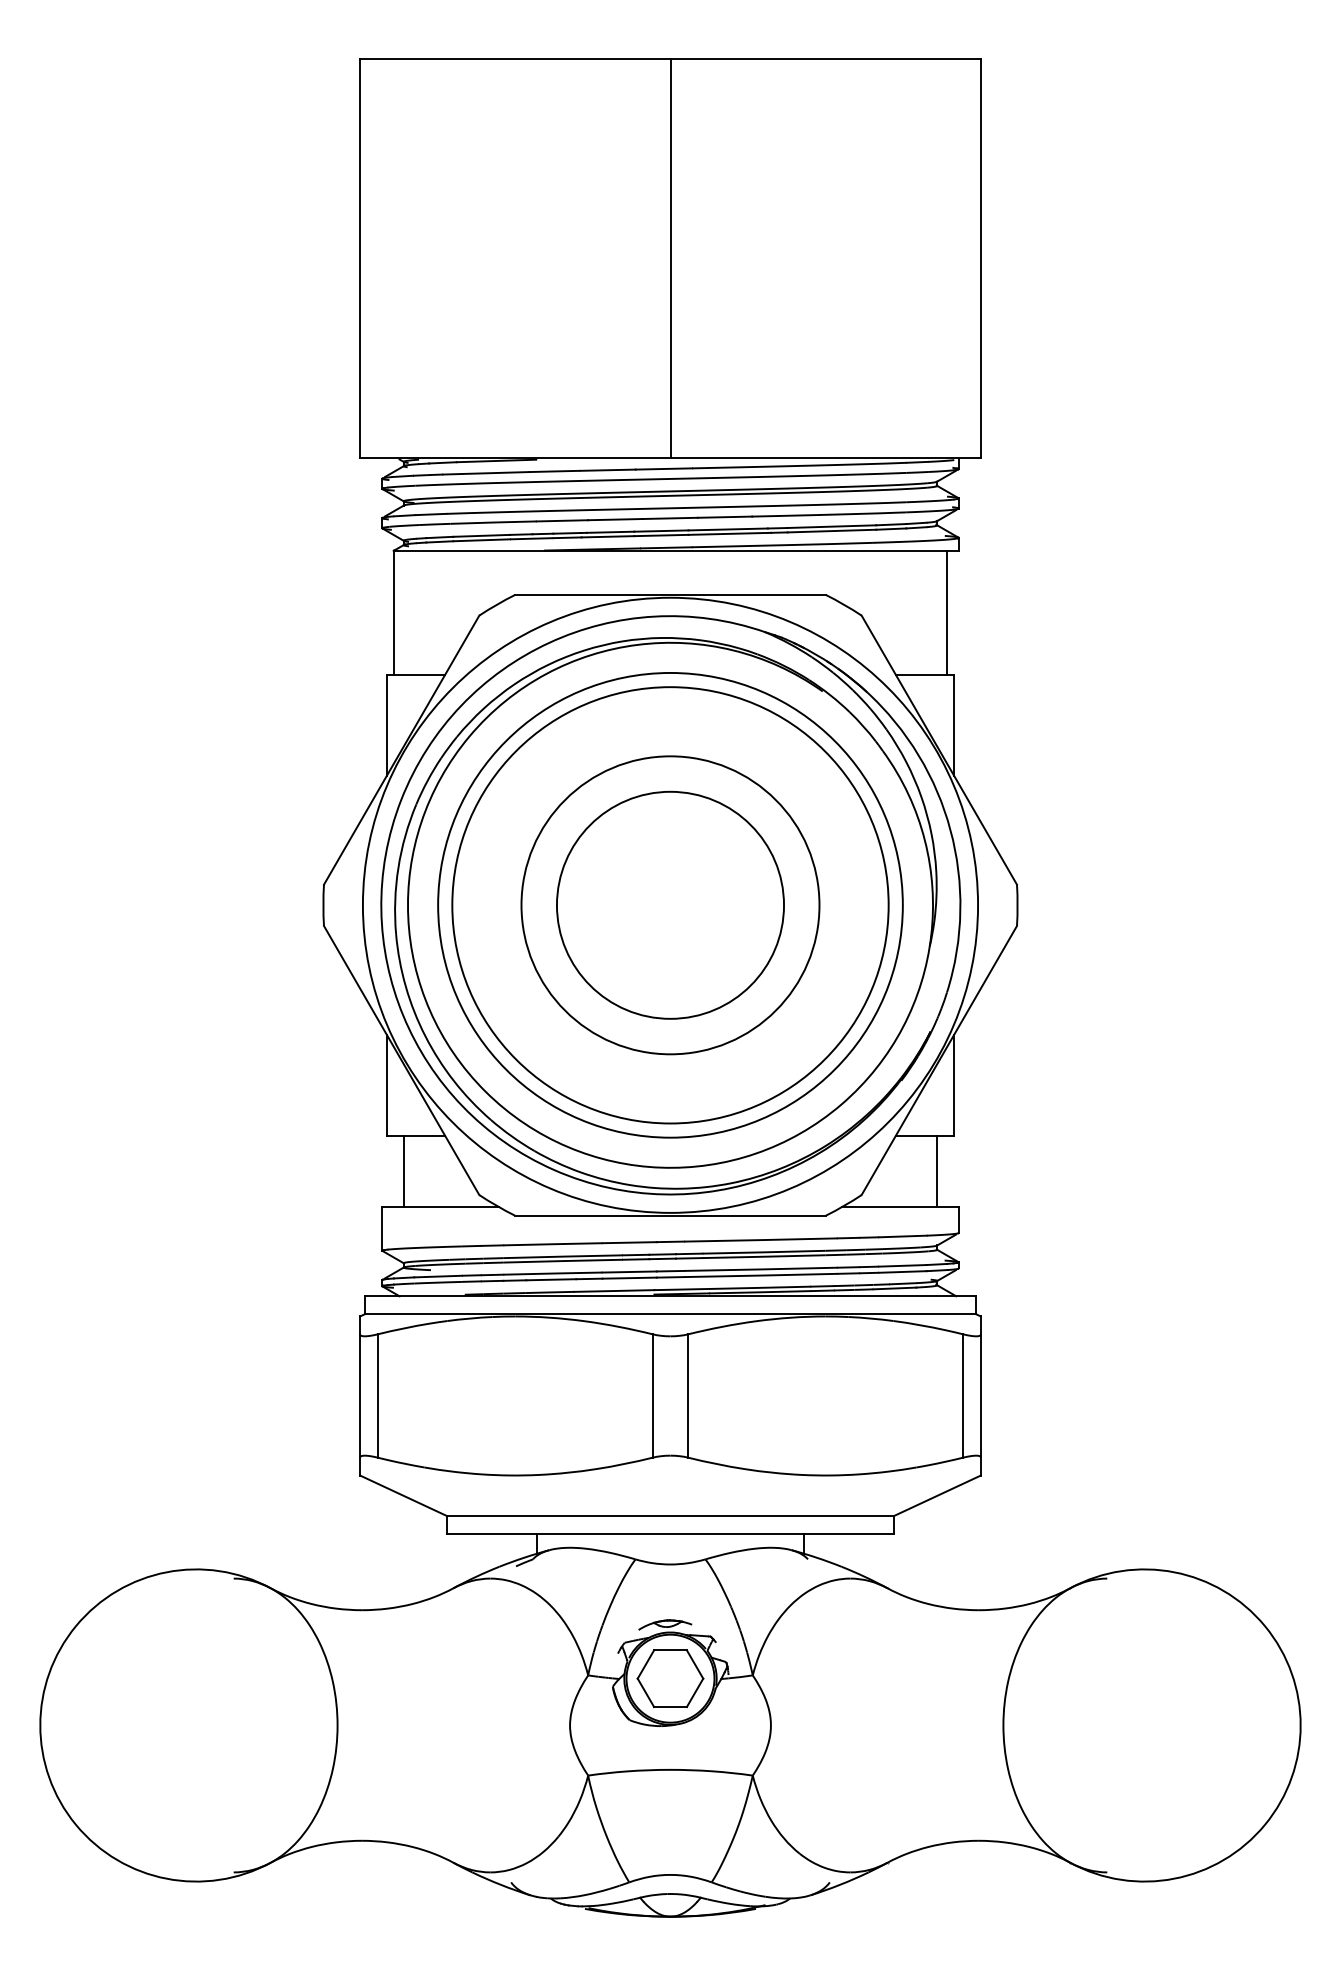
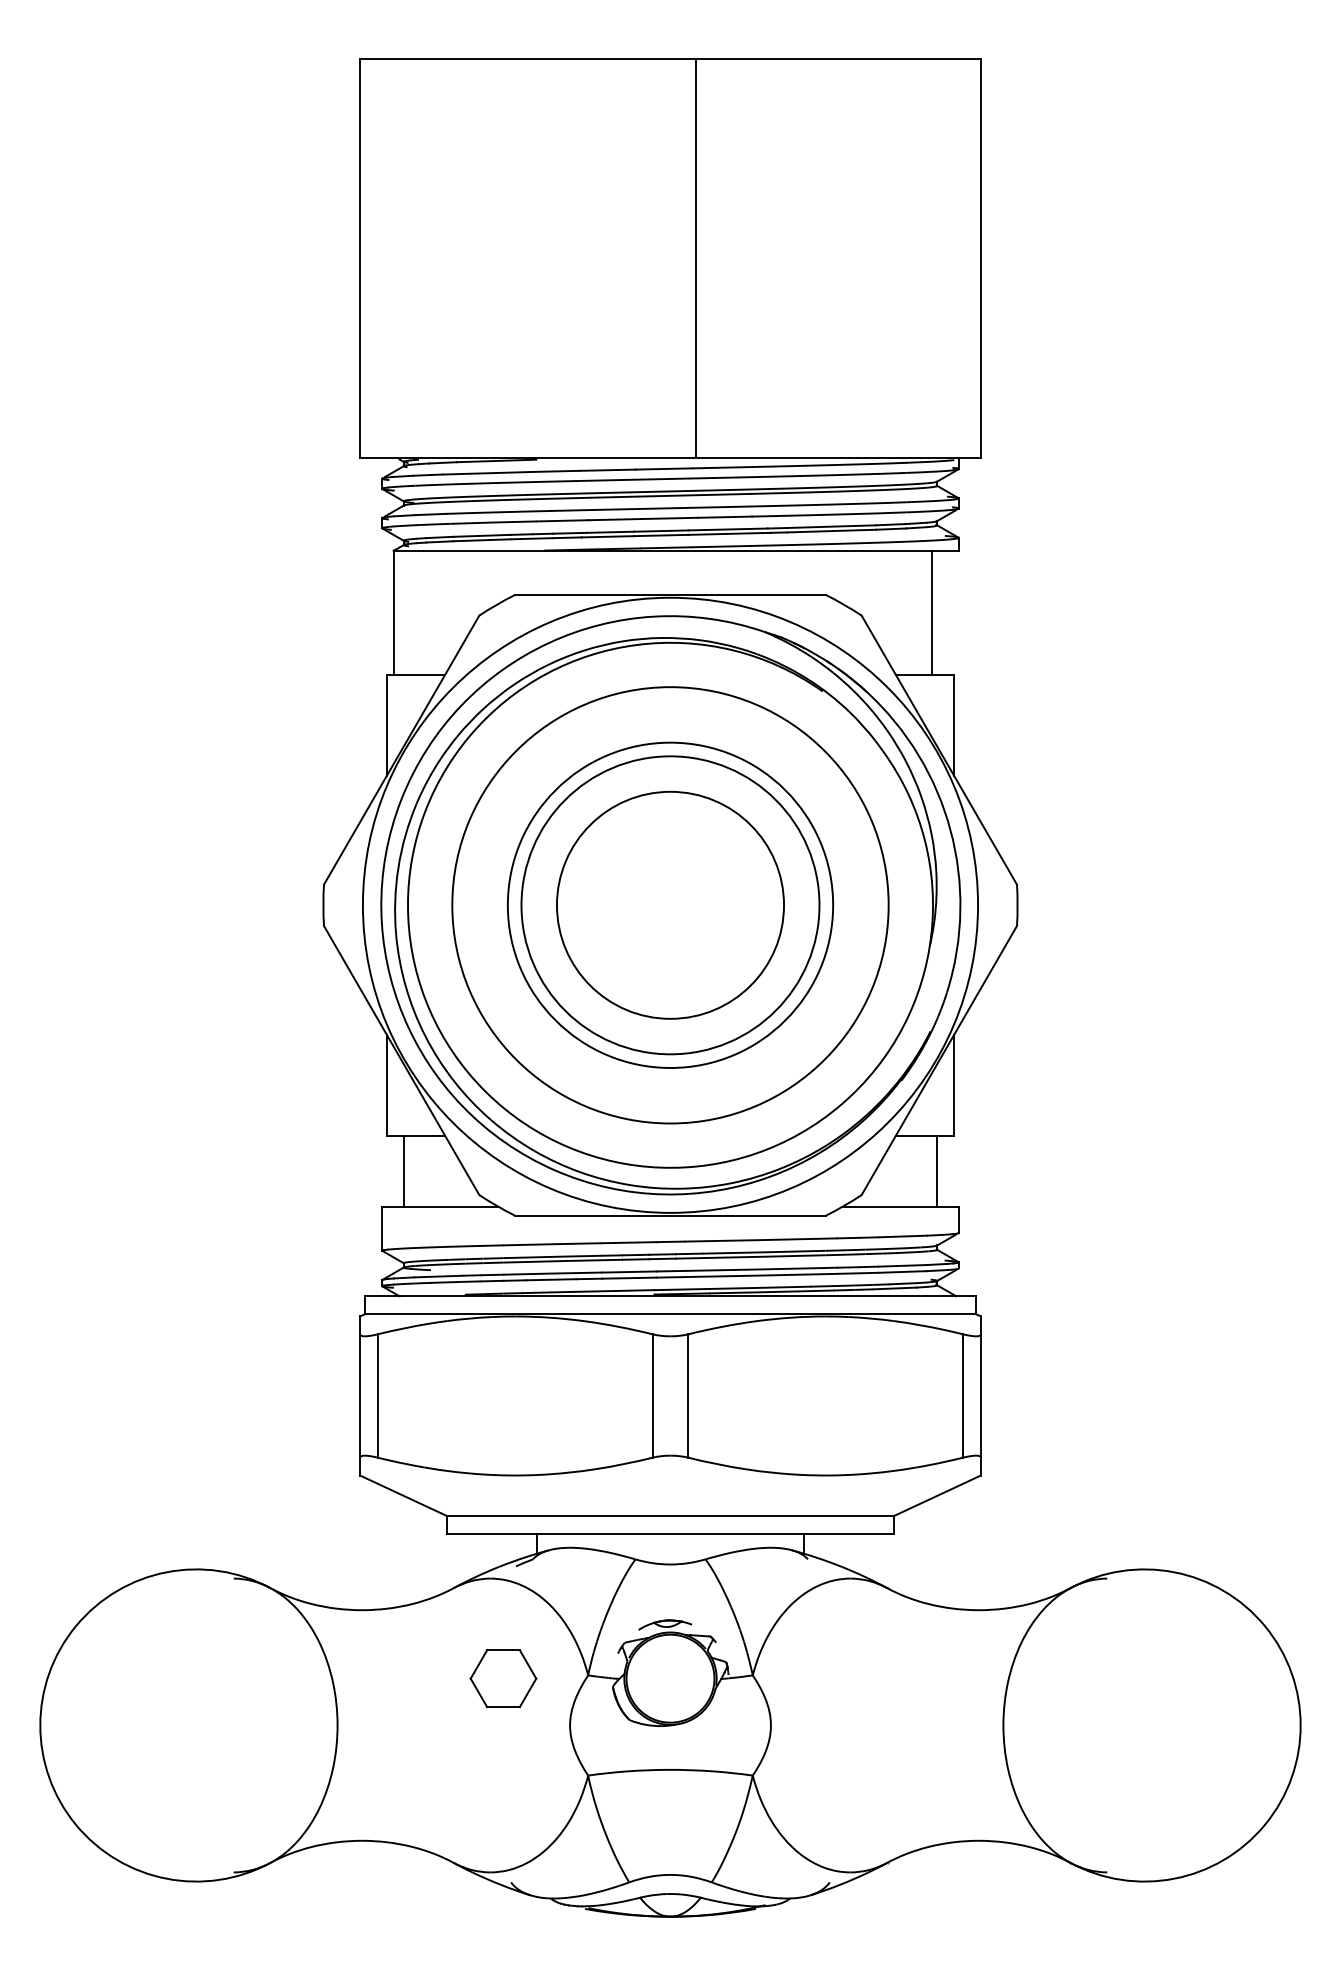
line at (670, 258) position: (670, 258) -> (695, 258)
line at (947, 612) position: (947, 612) -> (932, 612)
circle at (670, 904) diameter: 465 px -> 325 px
part at (670, 1678) position: (670, 1678) -> (503, 1678)
